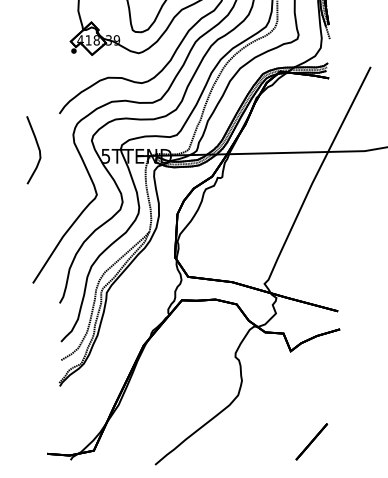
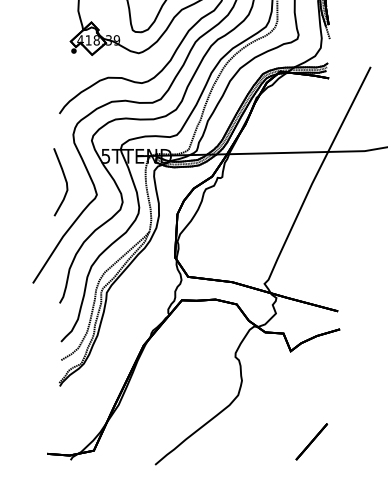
curve at (37, 147) position: (37, 147) -> (64, 179)
